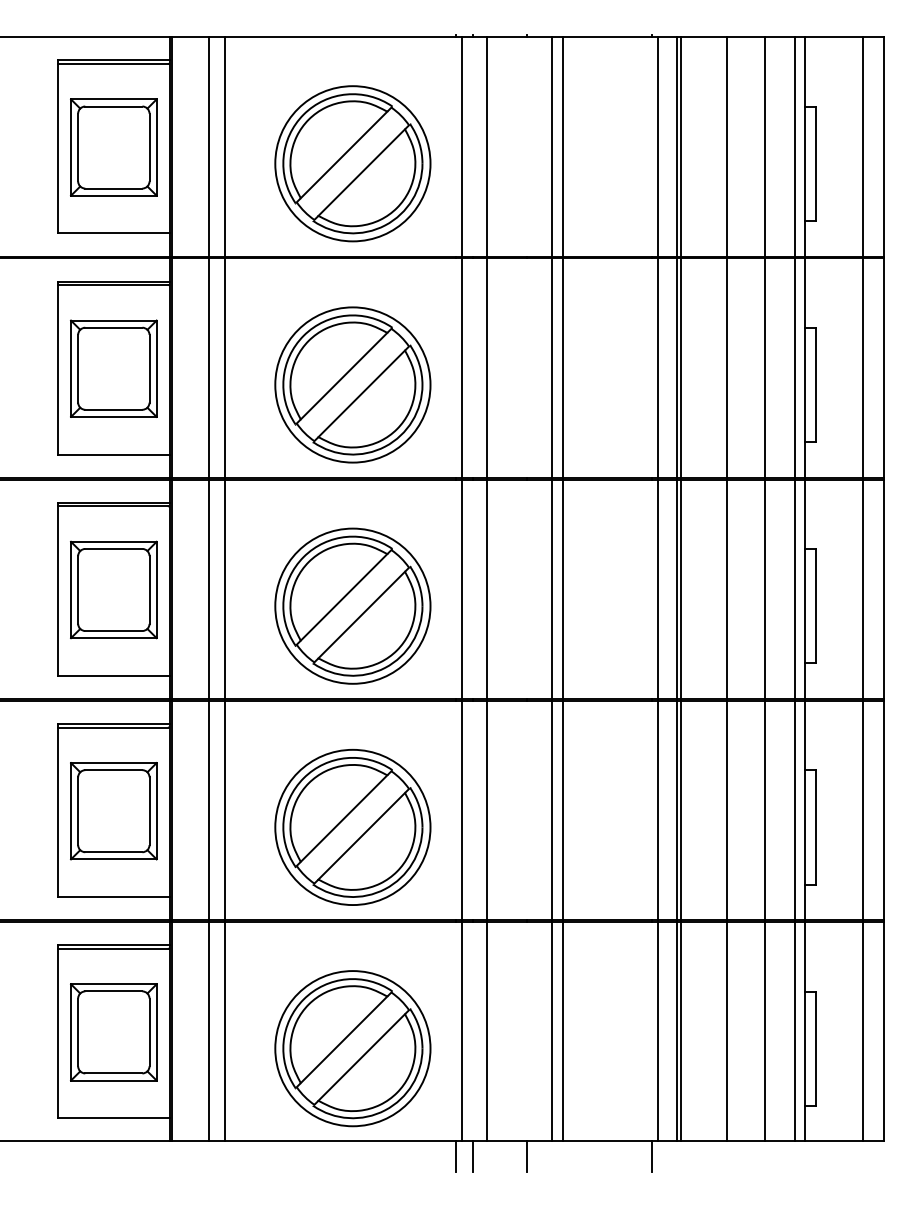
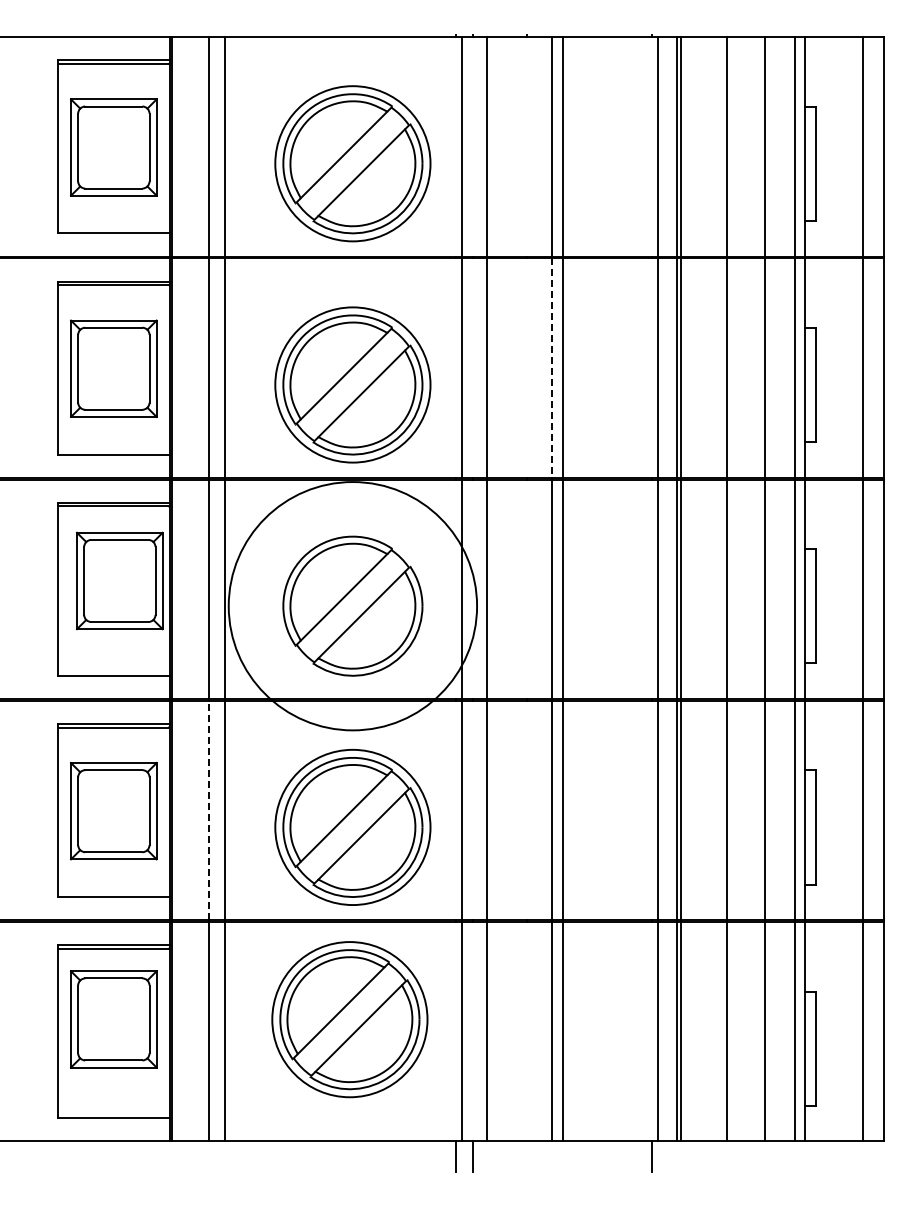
line at (552, 368): solid -> dashed
part at (113, 589) position: (113, 589) -> (119, 580)
circle at (352, 605) diameter: 155 px -> 248 px
line at (208, 810): solid -> dashed
part at (113, 1032) position: (113, 1032) -> (113, 1019)
part at (352, 1048) position: (352, 1048) -> (349, 1019)
line at (526, 1156): present -> none
